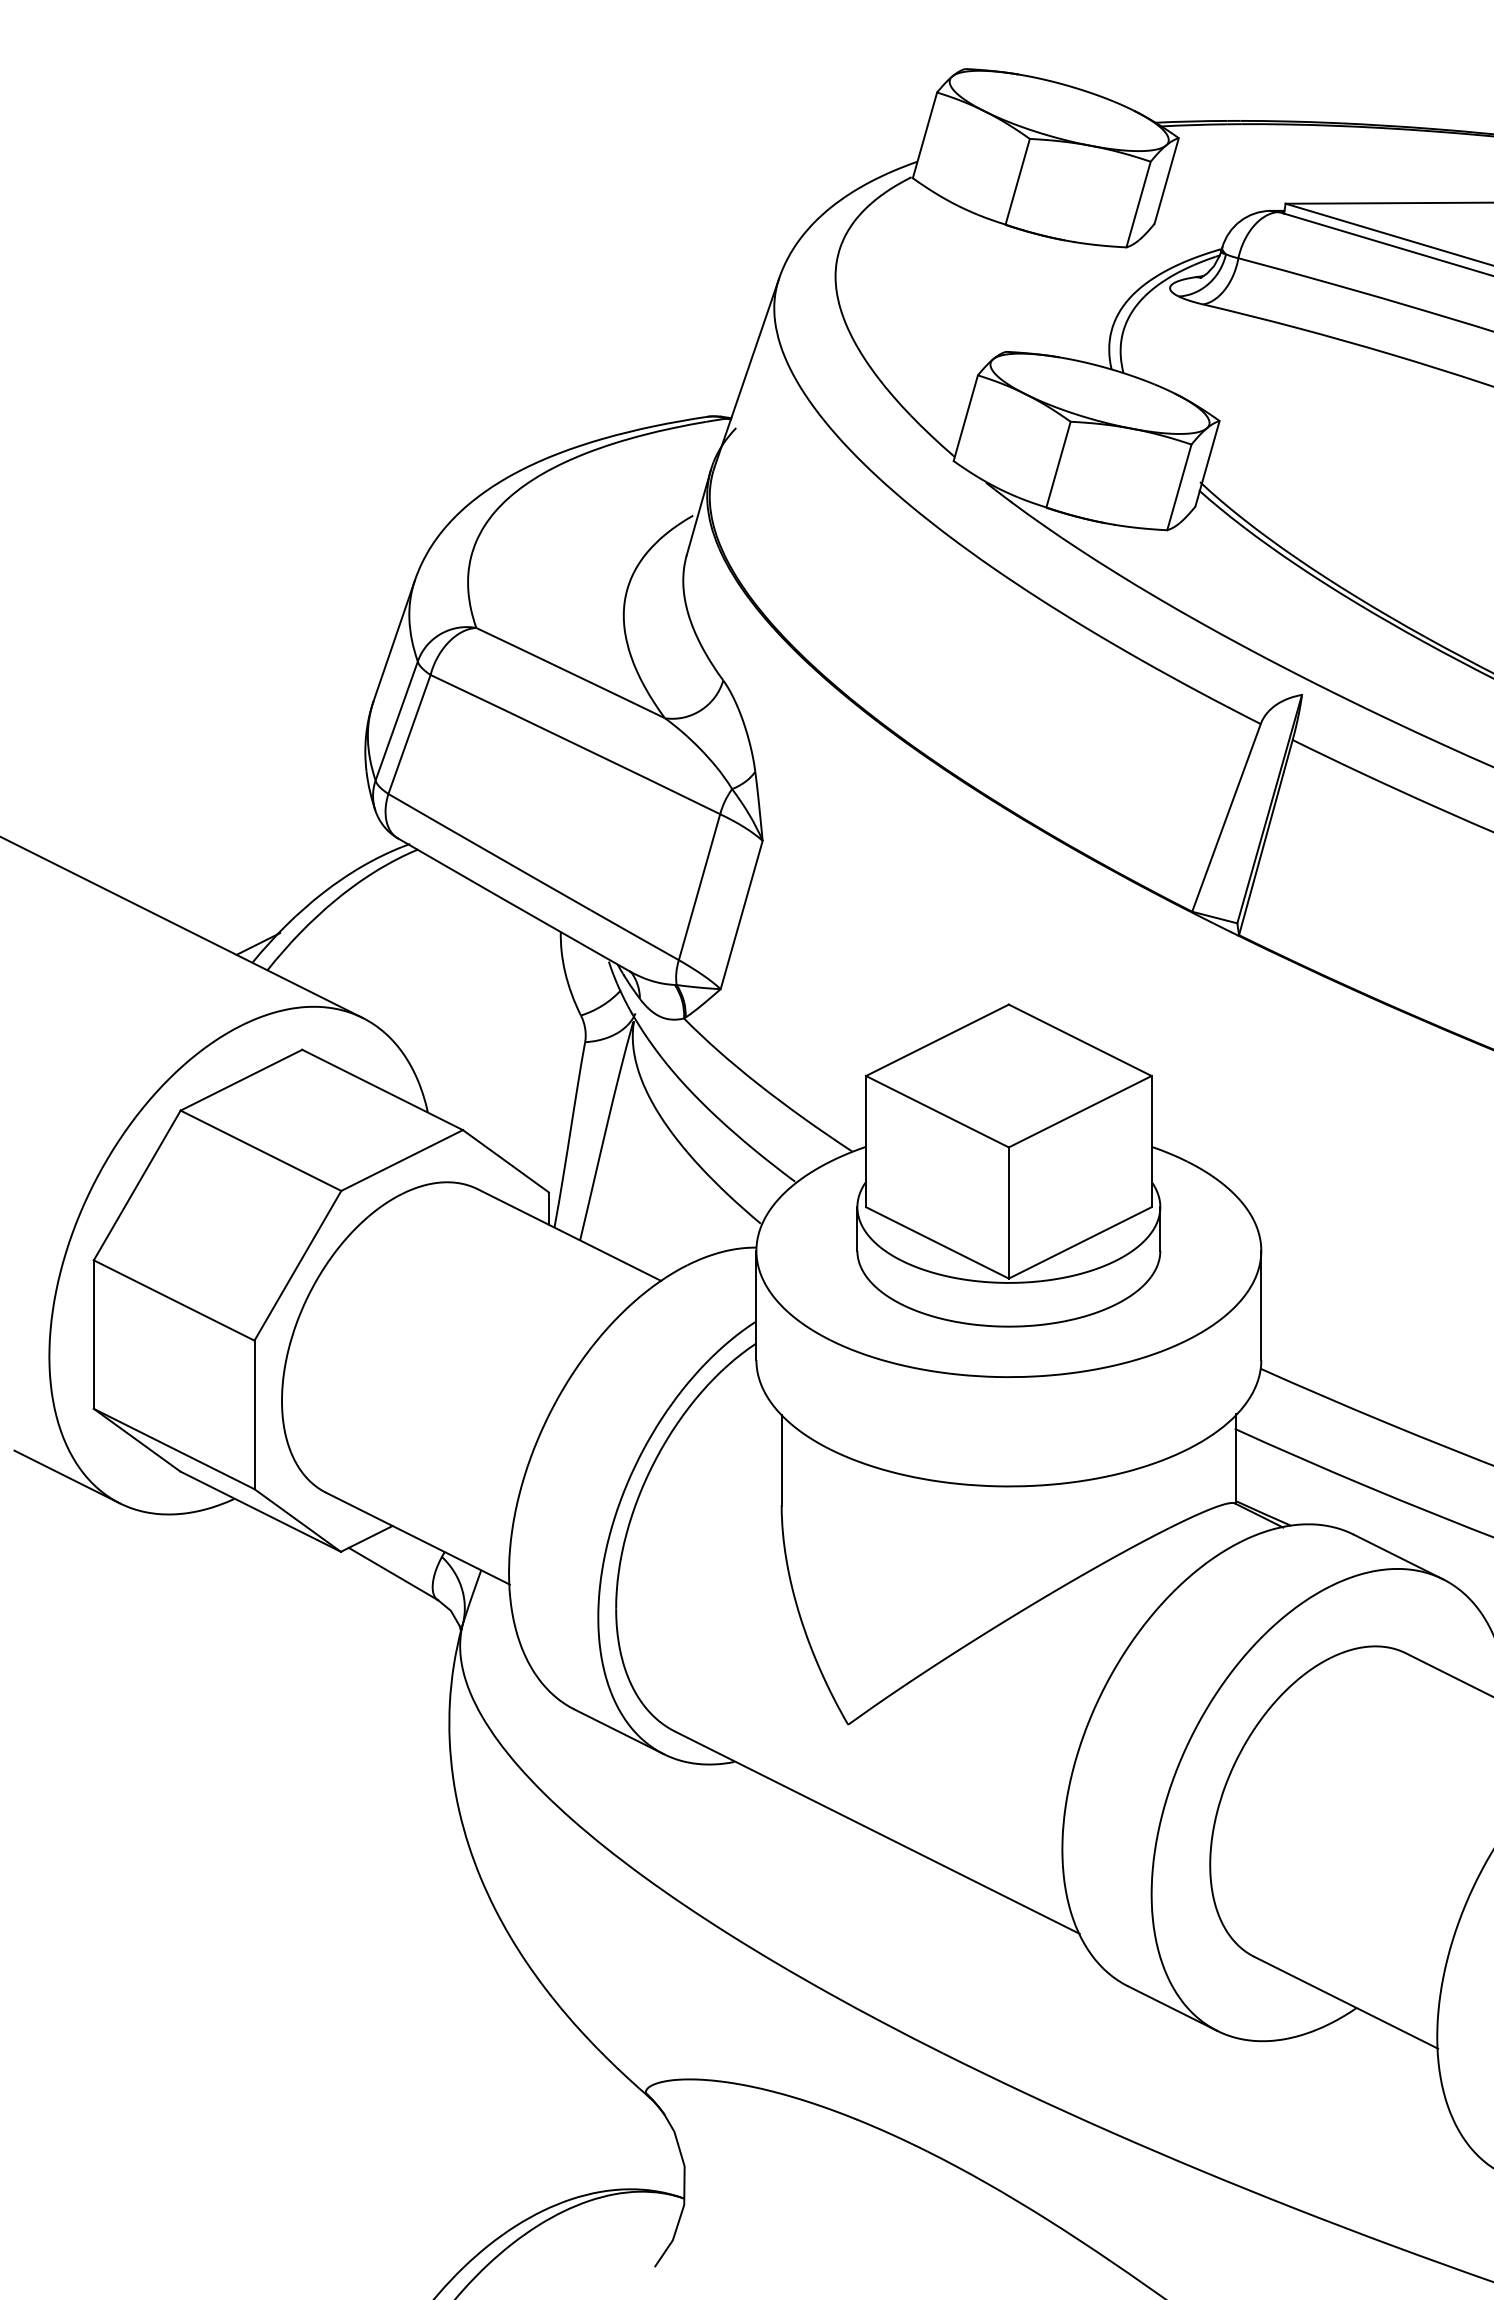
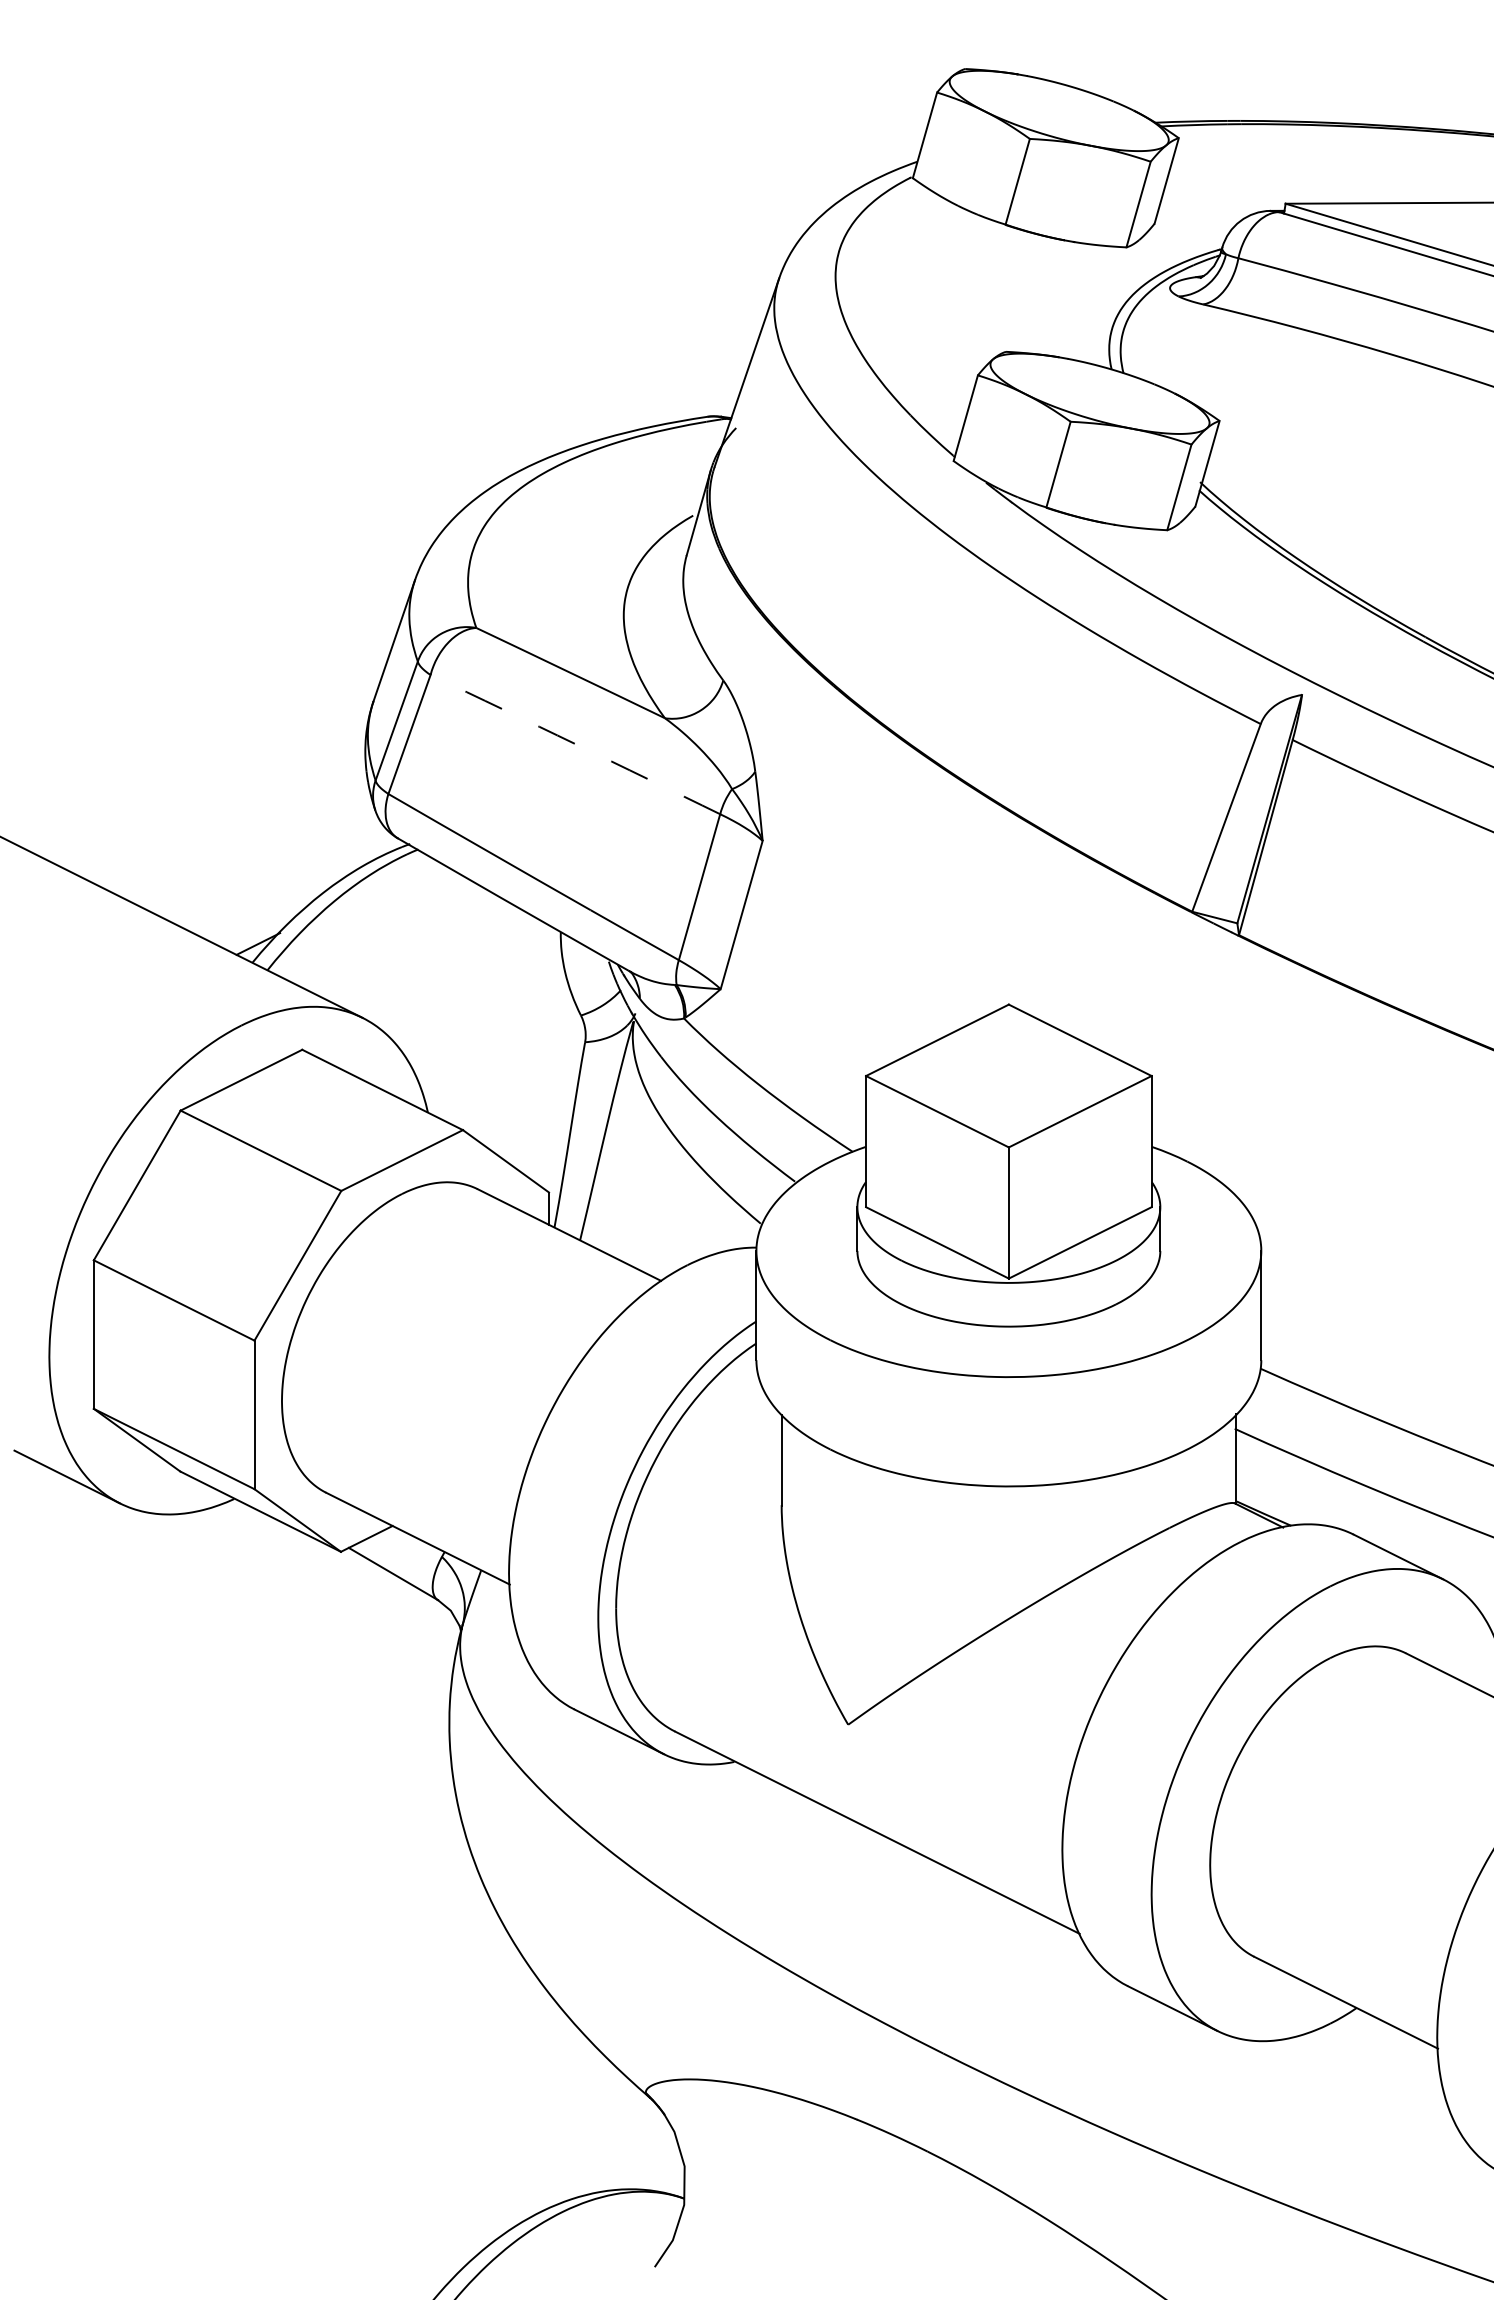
arc at (575, 744): solid -> dashed
